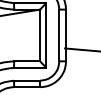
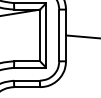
line at (81, 49) position: (81, 49) -> (81, 36)
